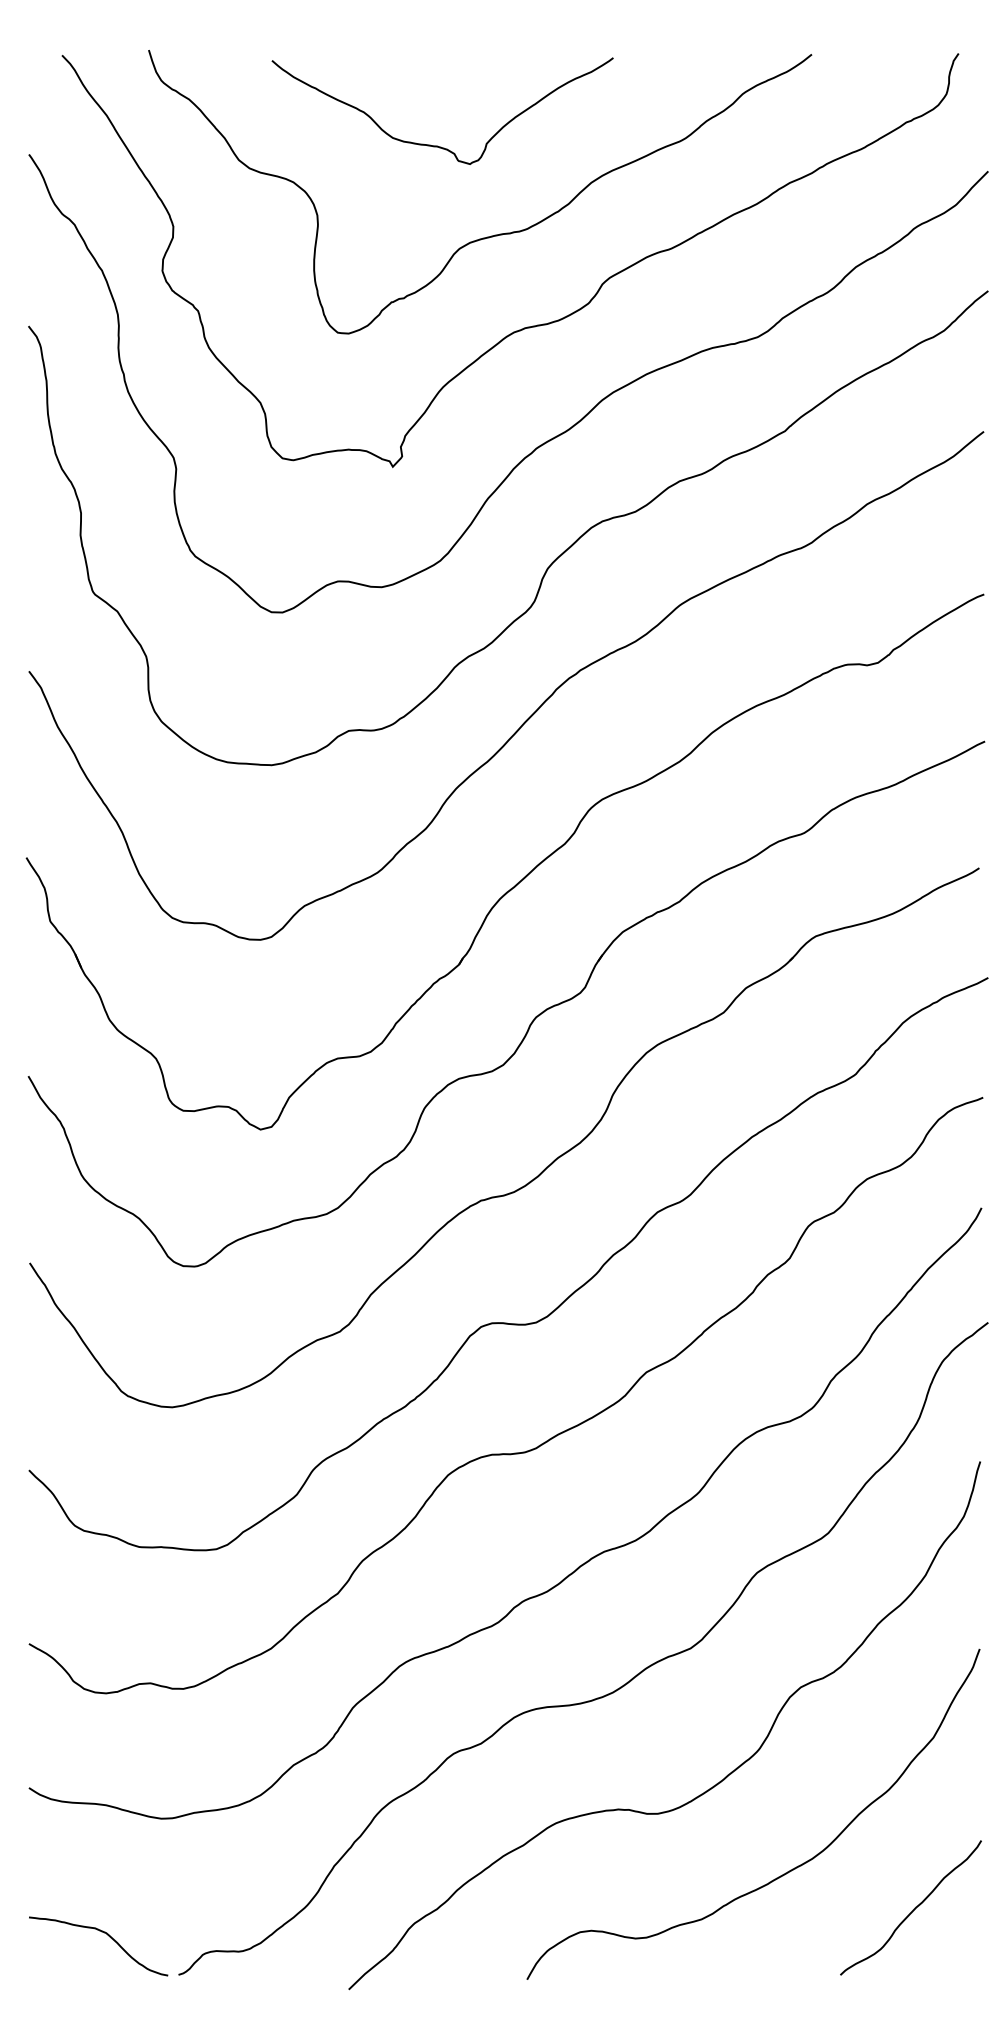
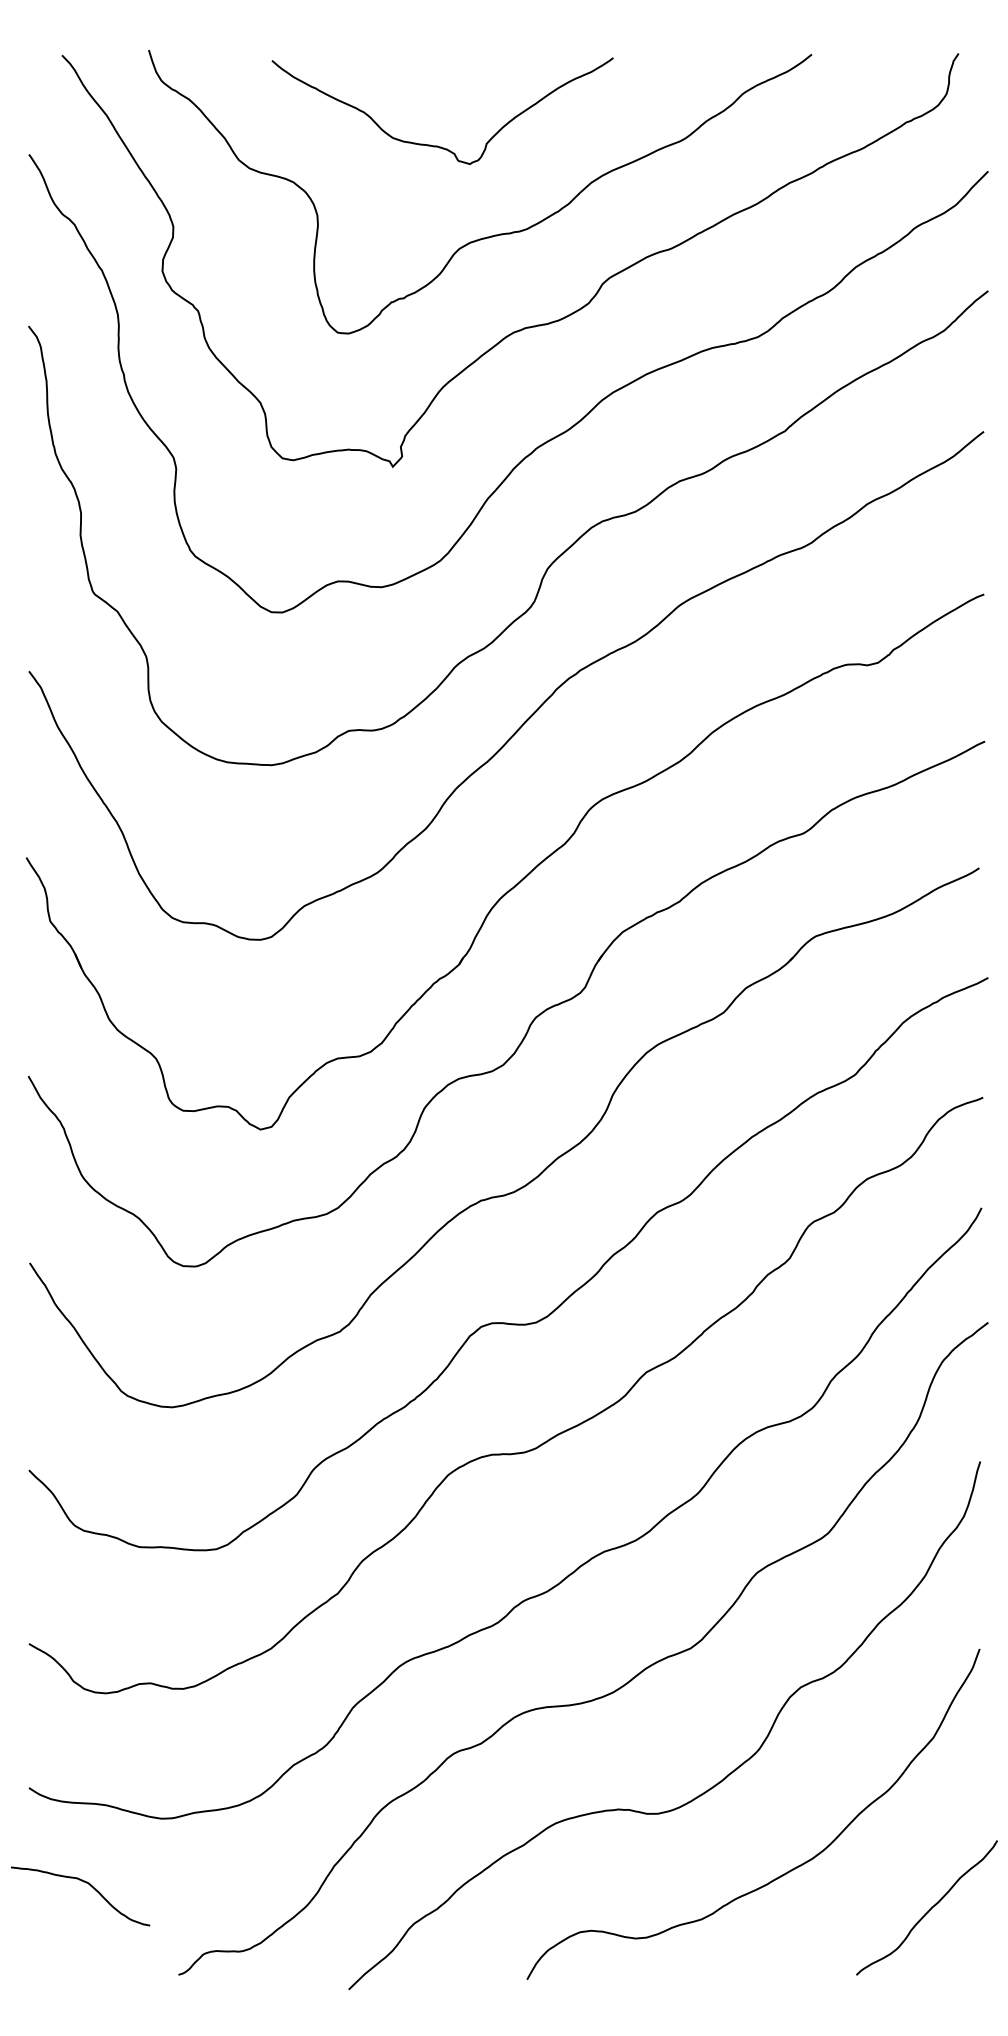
curve at (913, 1909) position: (913, 1909) -> (929, 1909)
curve at (108, 1936) position: (108, 1936) -> (90, 1886)
